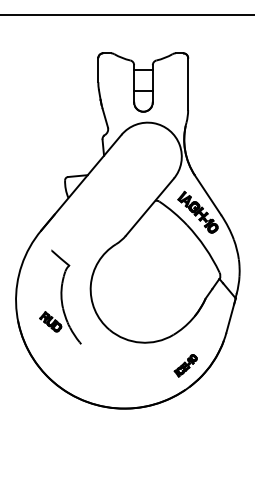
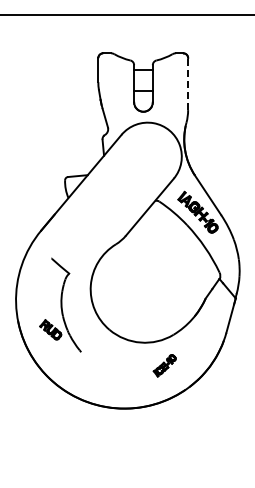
line at (188, 83): solid -> dashed
part at (60, 296) position: (60, 296) -> (60, 304)
part at (185, 365) position: (185, 365) -> (164, 365)
